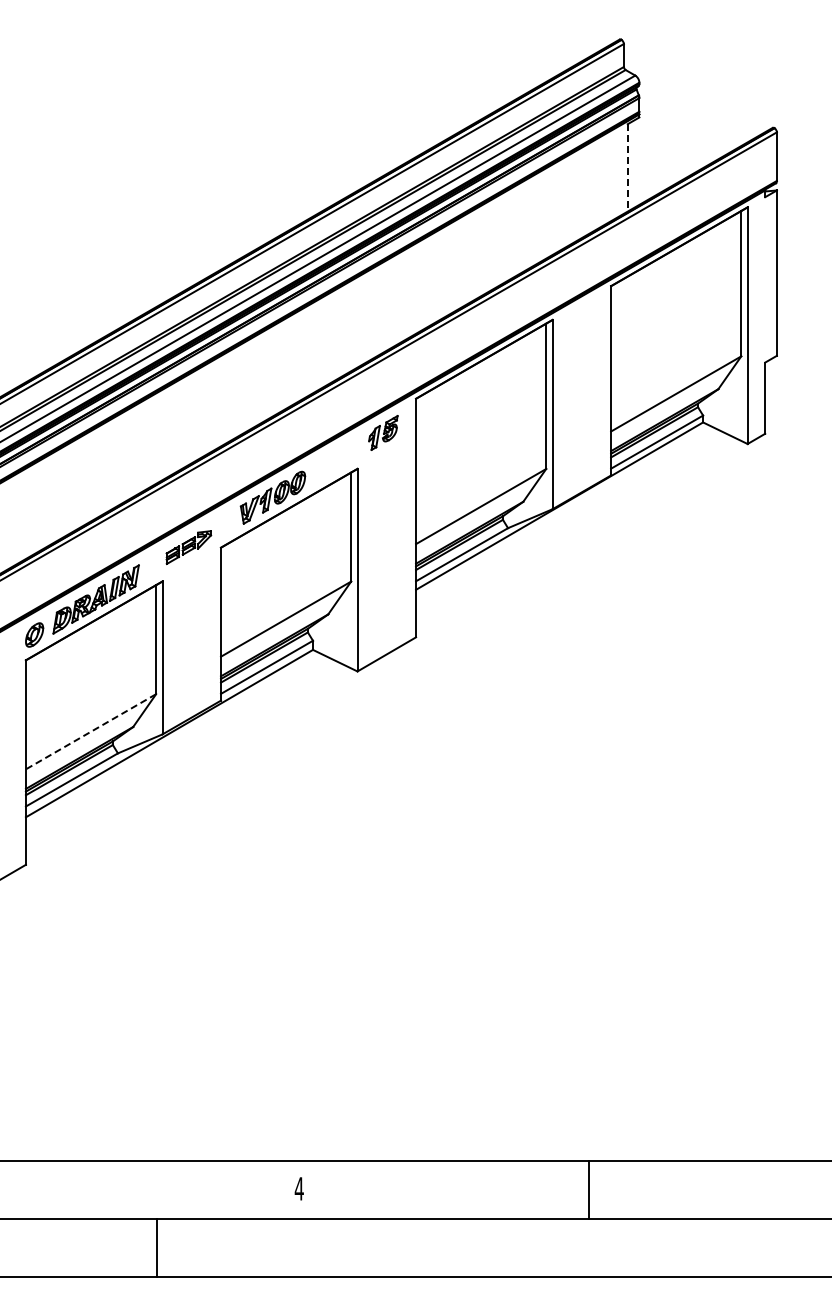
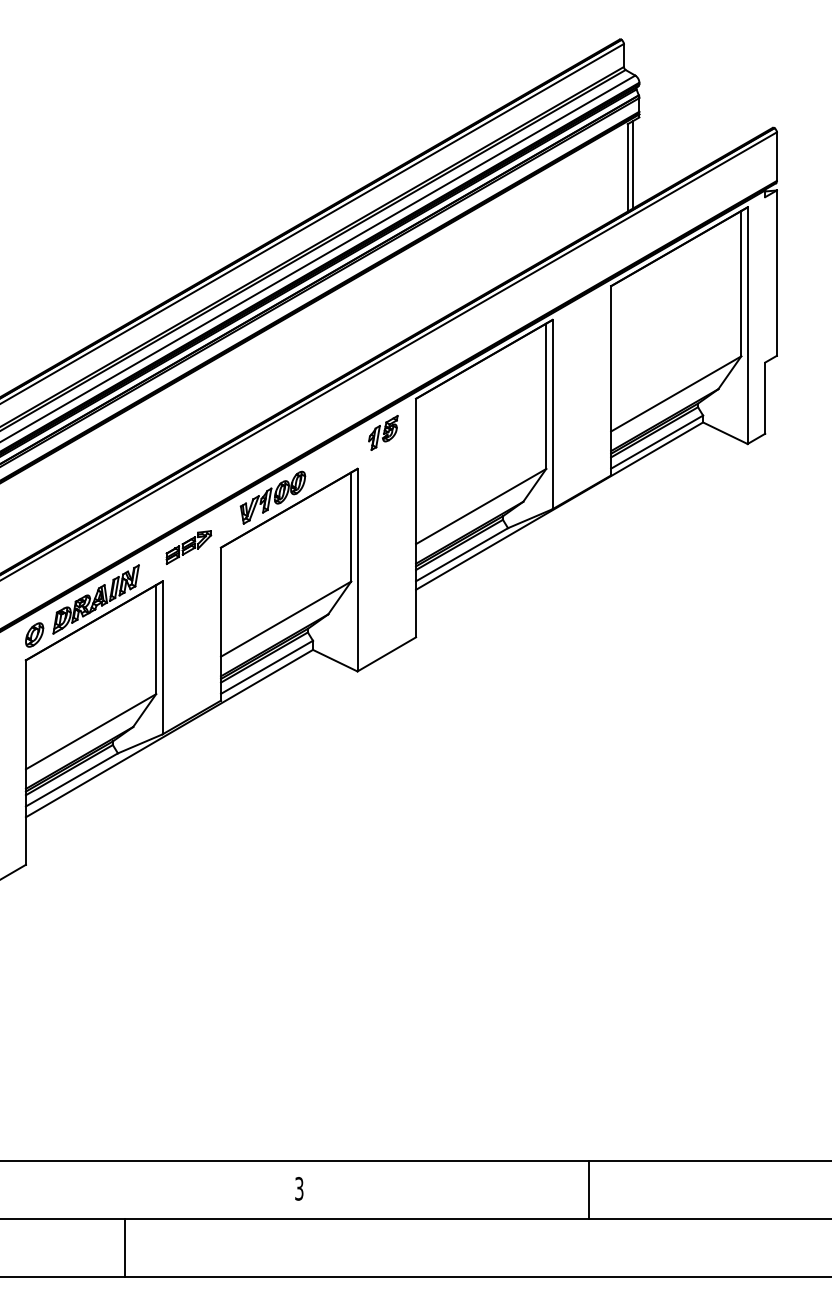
line at (633, 164): none -> present
line at (627, 167): dashed -> solid
line at (90, 731): dashed -> solid
text at (298, 1188): 4 -> 3
line at (157, 1247) position: (157, 1247) -> (125, 1247)
